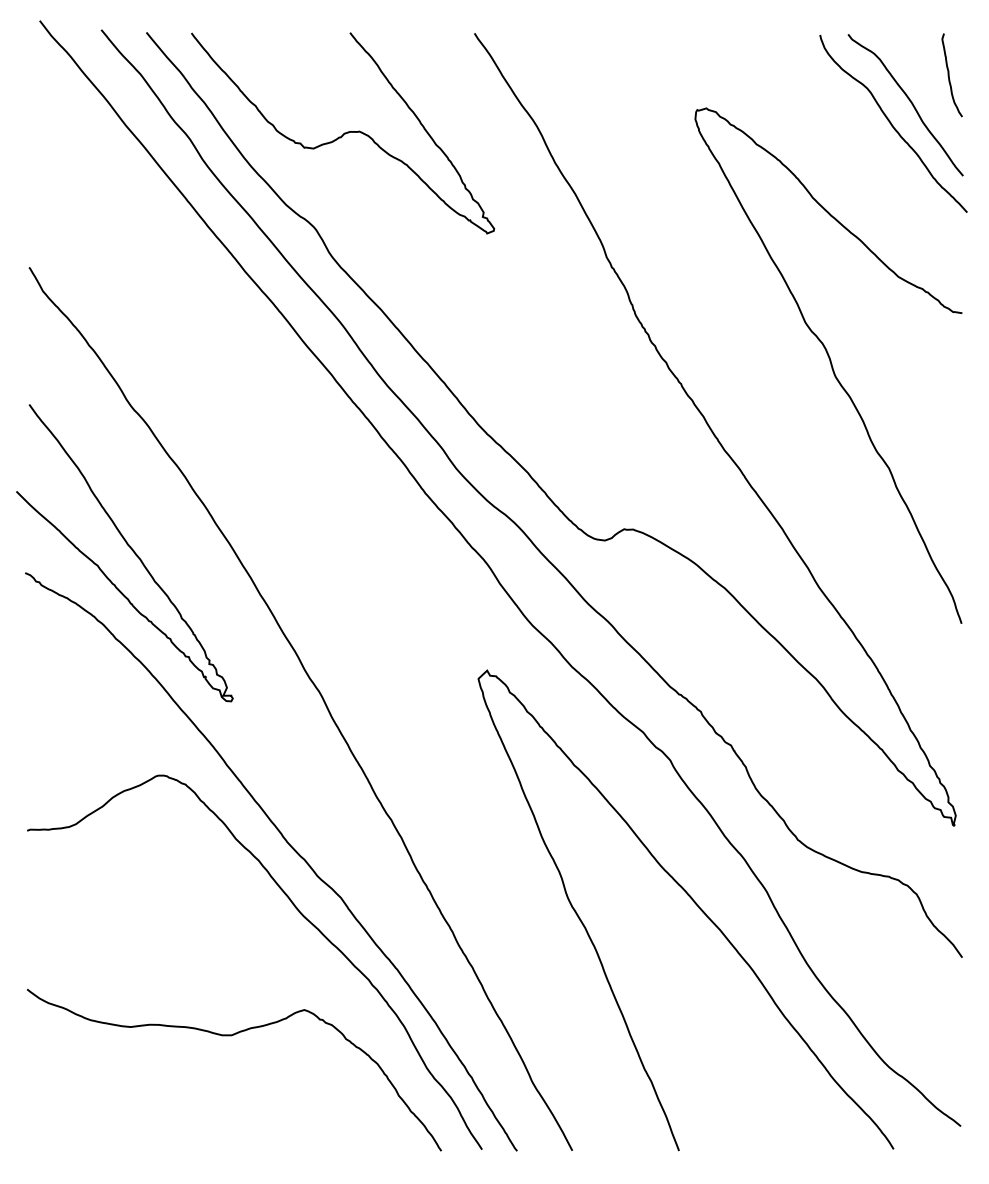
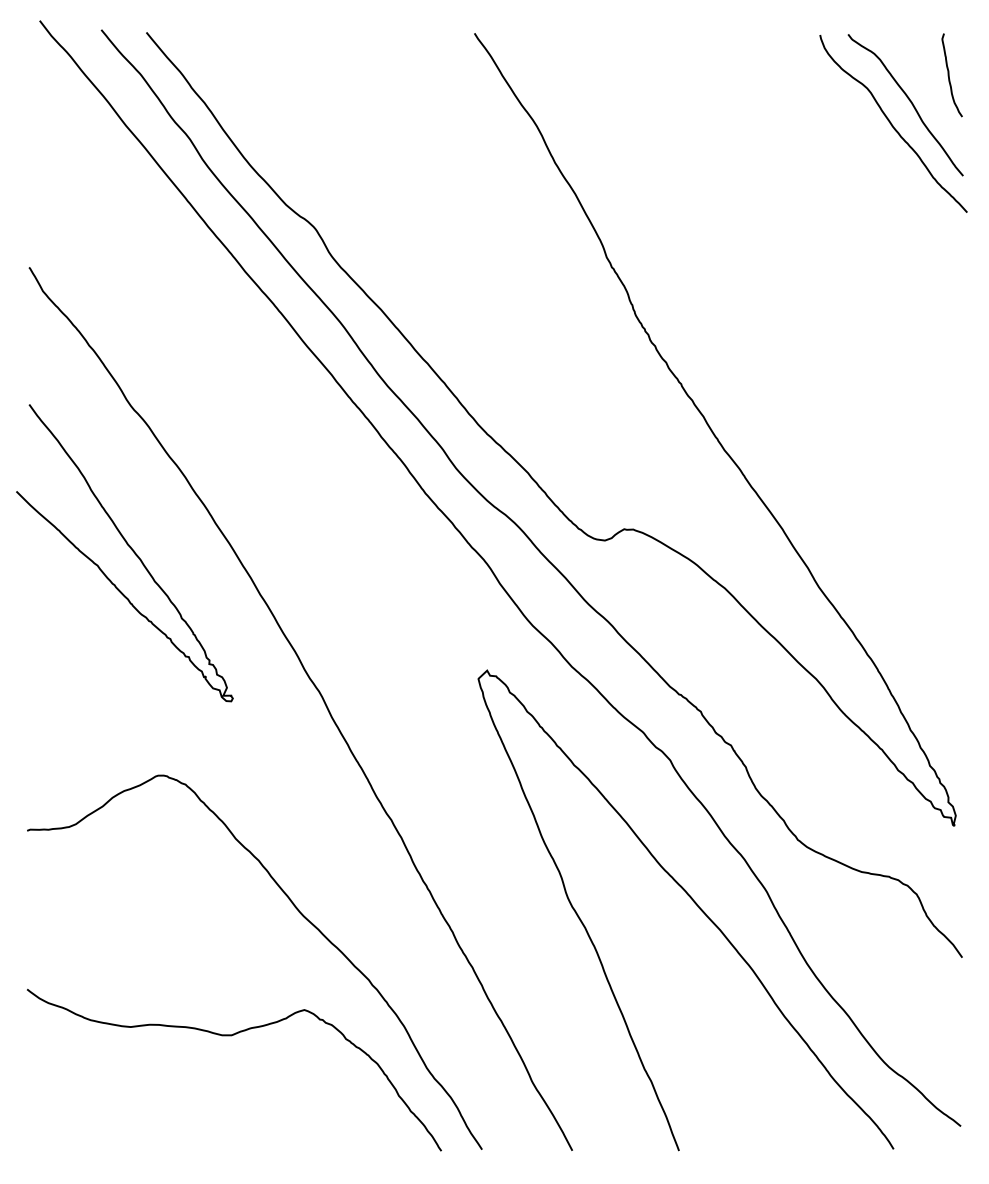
curve at (343, 133): present -> none
curve at (830, 365): present -> none
curve at (290, 847): present -> none
